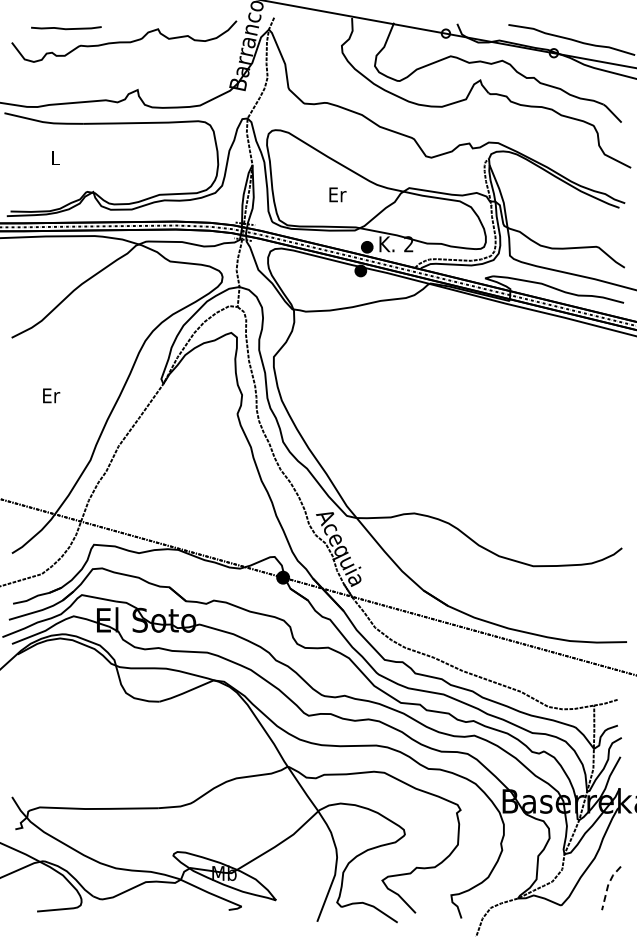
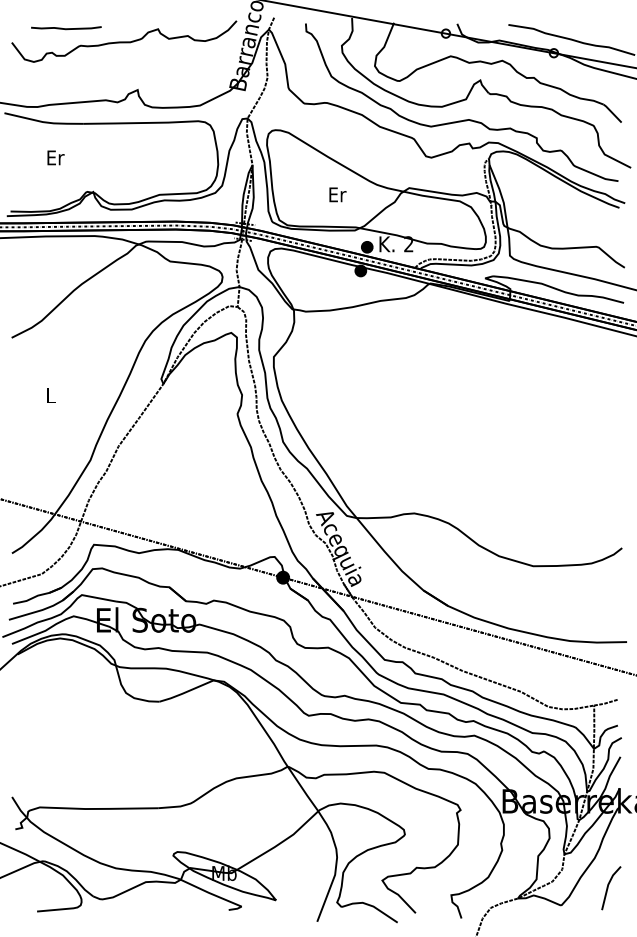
curve at (463, 119): none -> present
text at (55, 157): L -> Er
text at (51, 395): Er -> L
line at (608, 885): dashed -> solid
